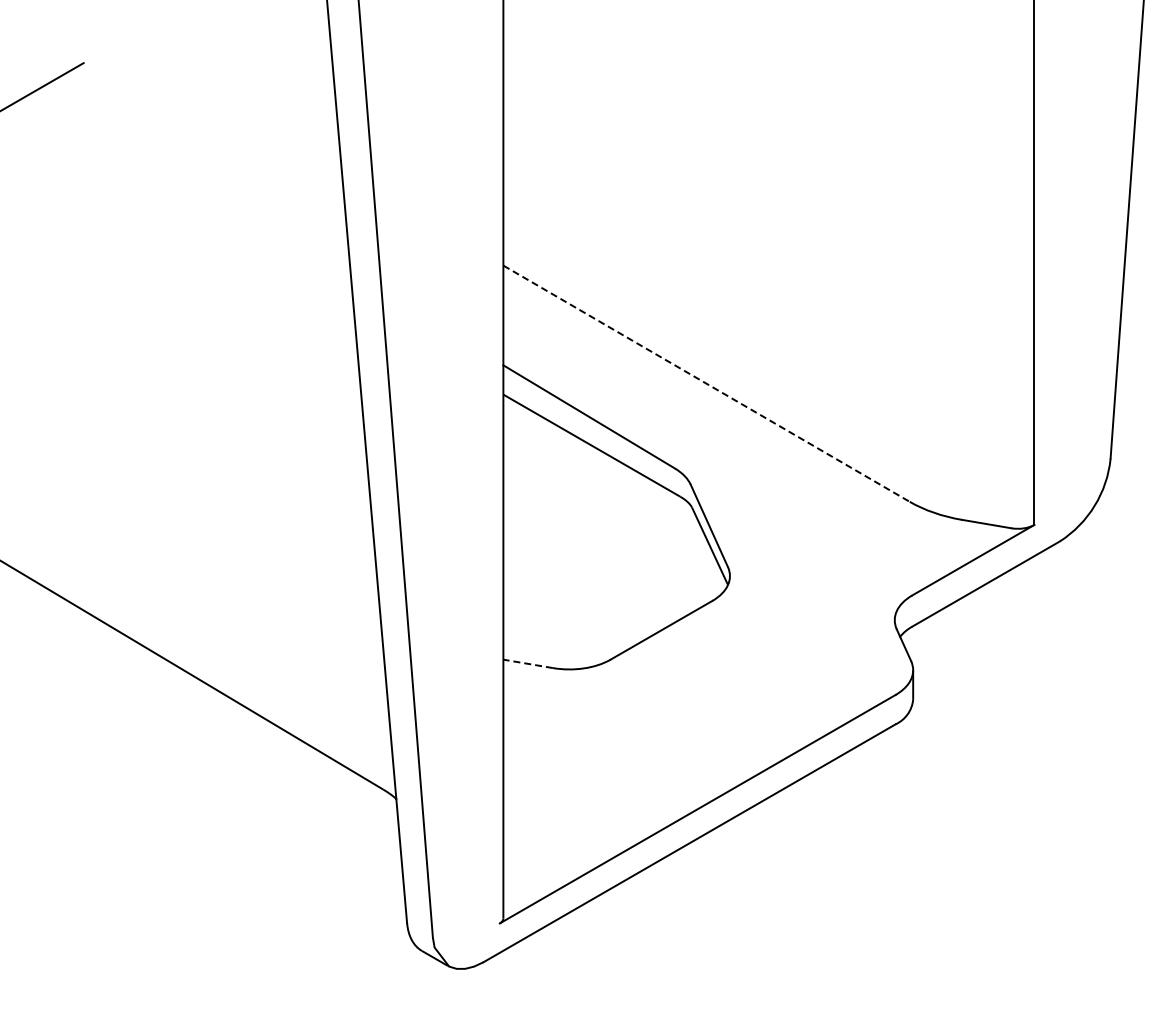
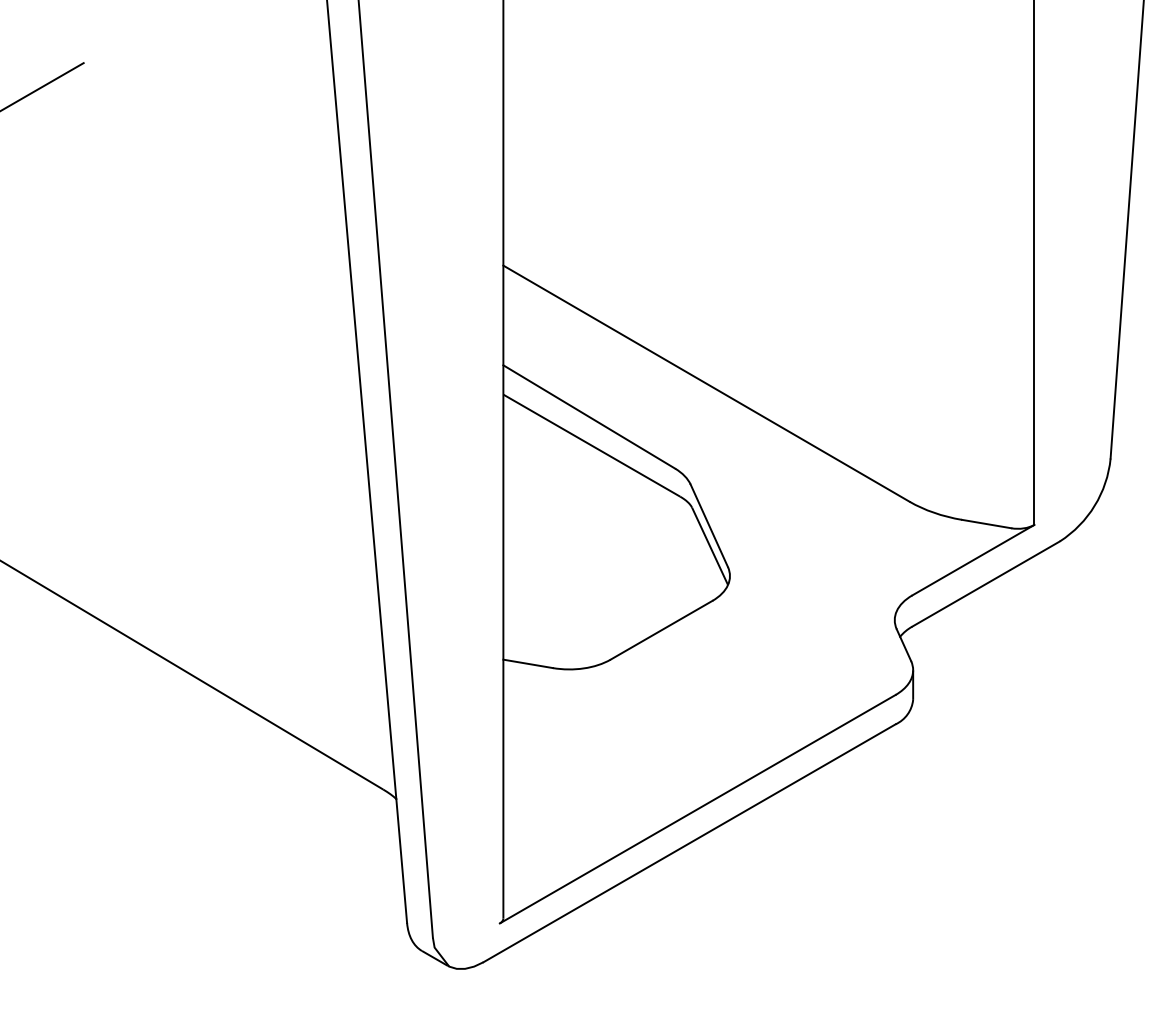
line at (707, 383): dashed -> solid
line at (527, 663): dashed -> solid
